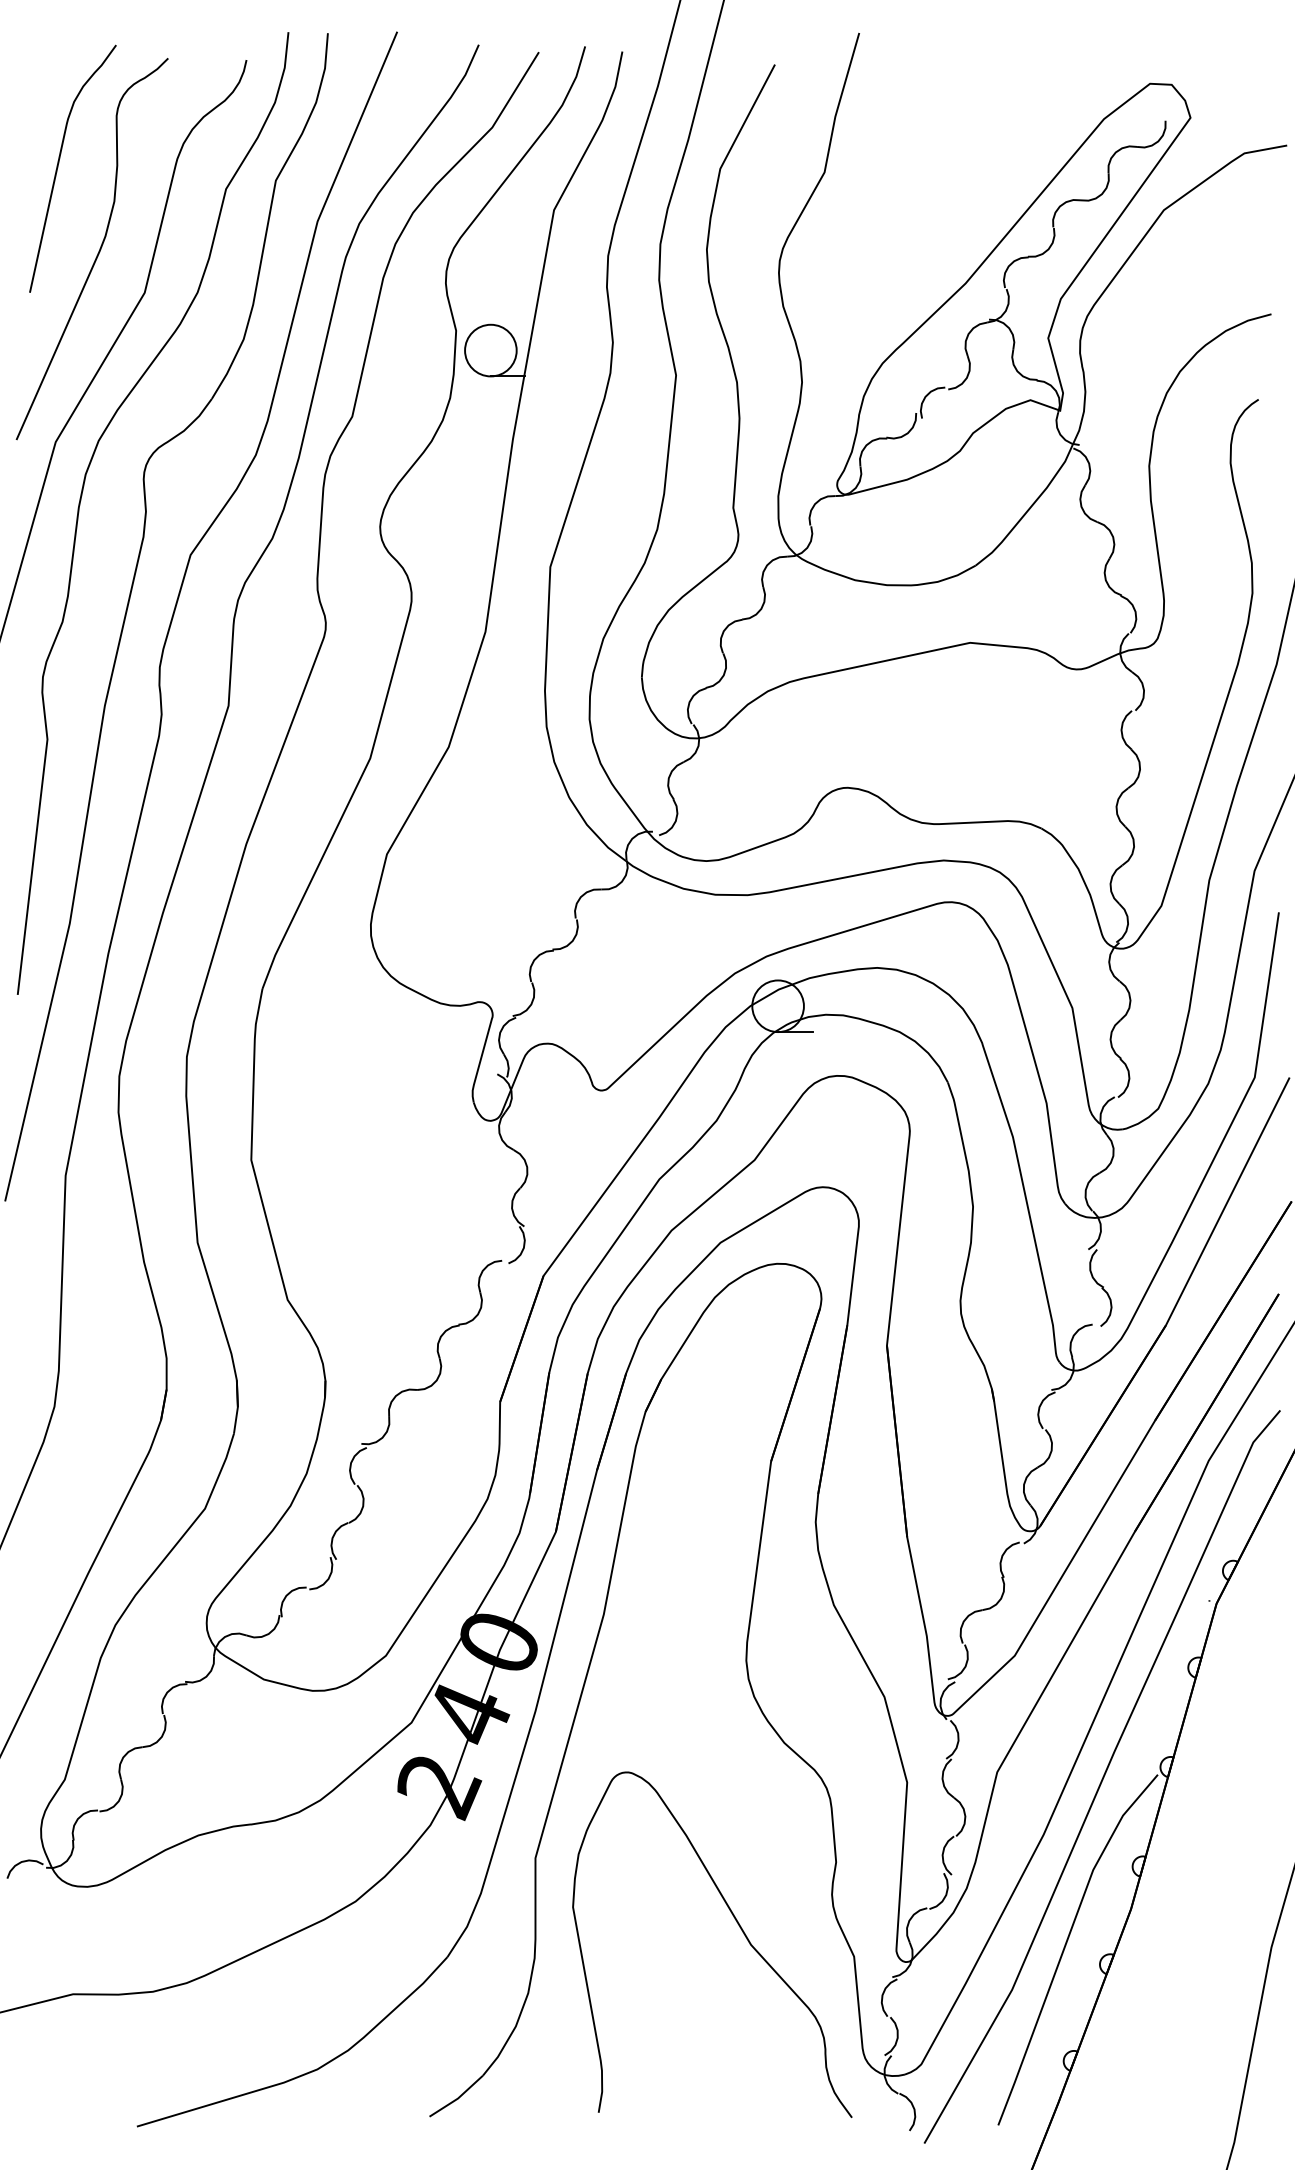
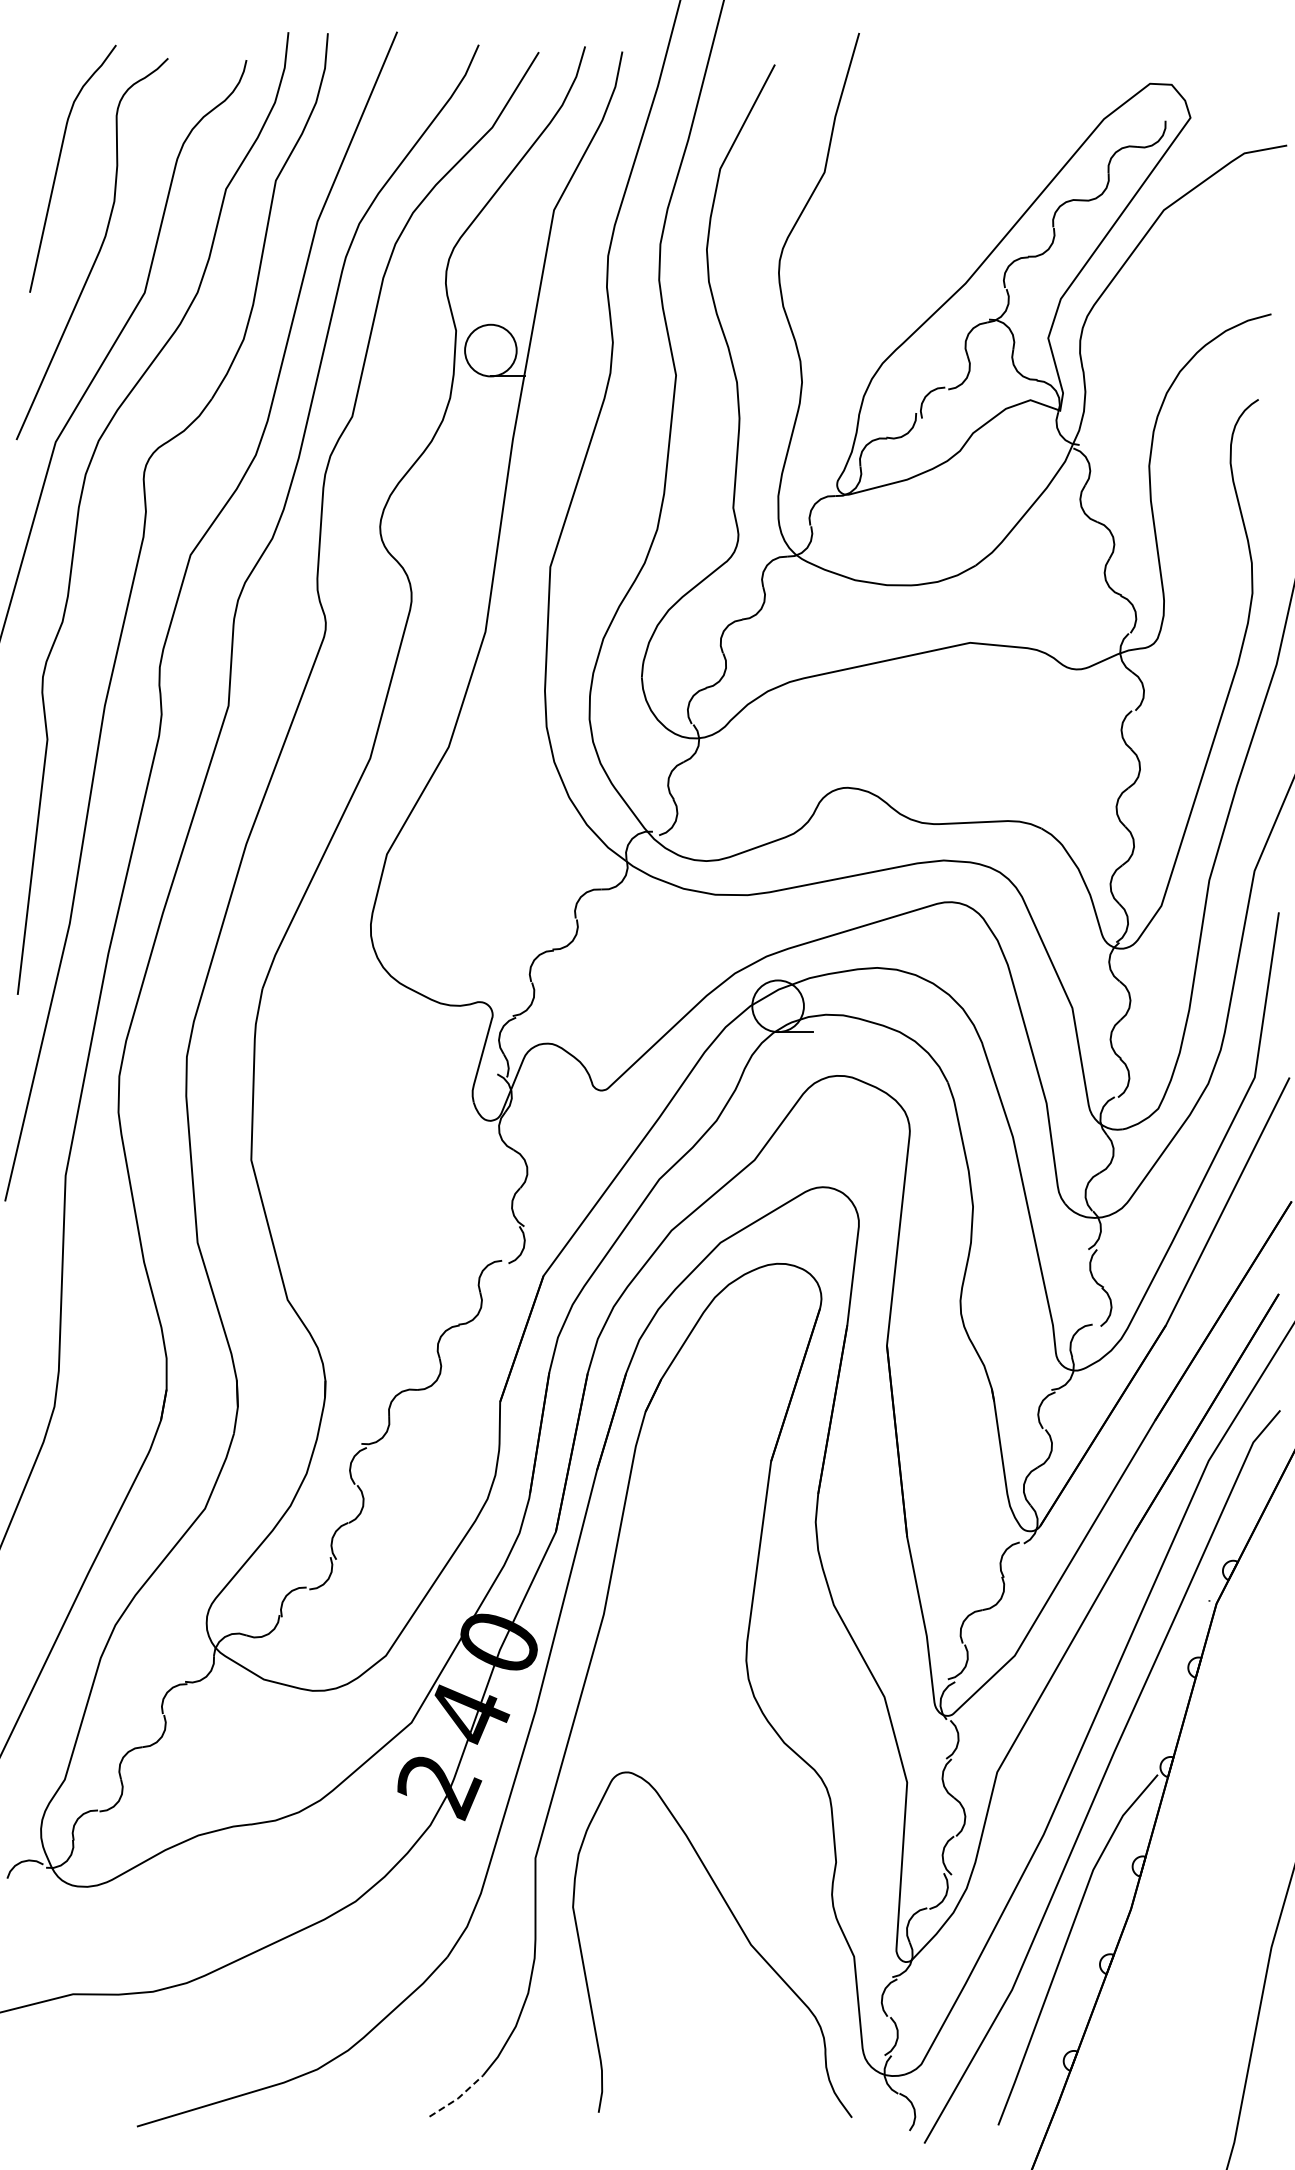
line at (458, 2098): solid -> dashed
